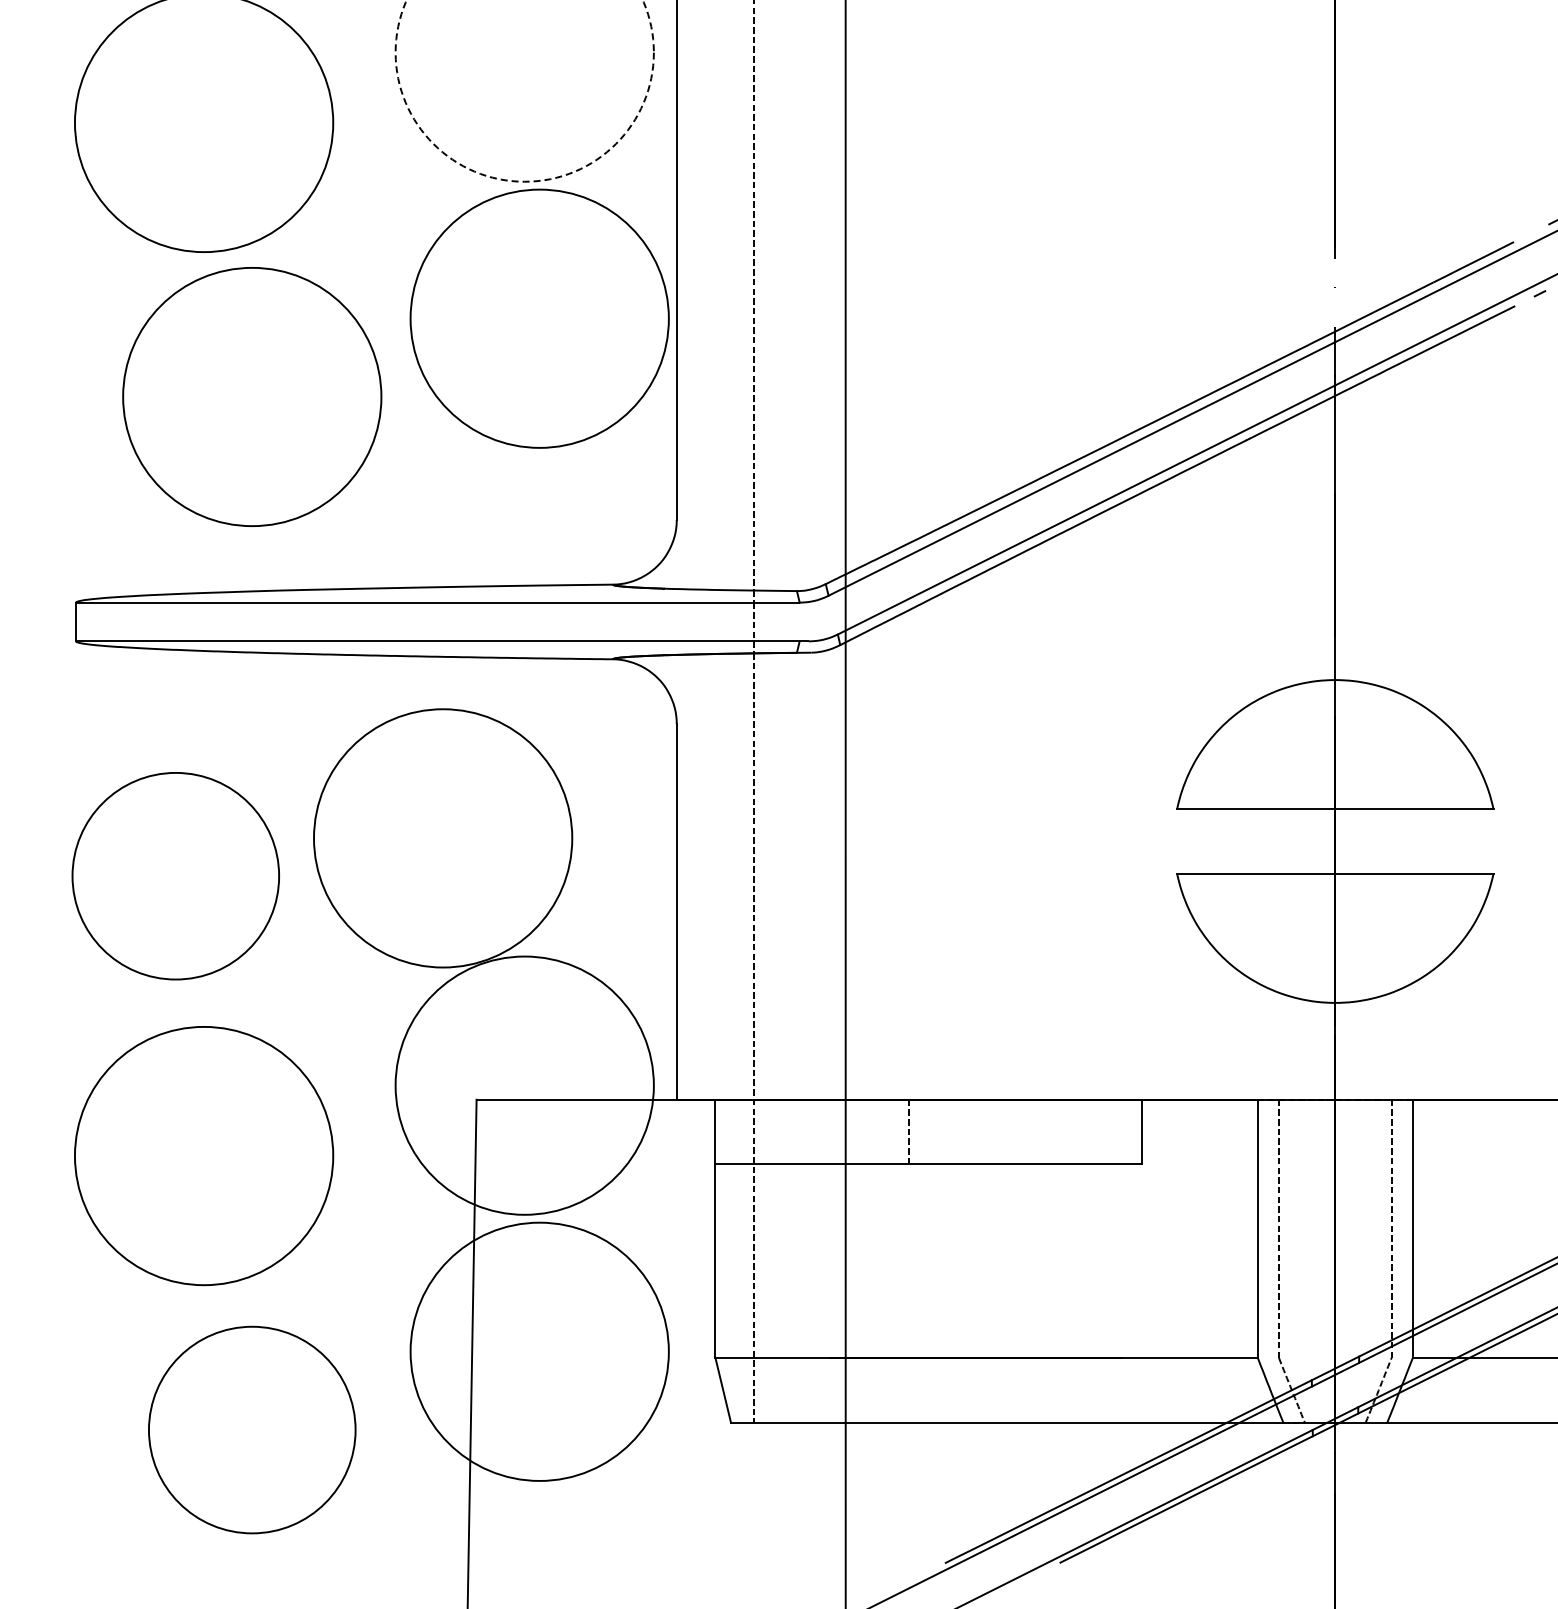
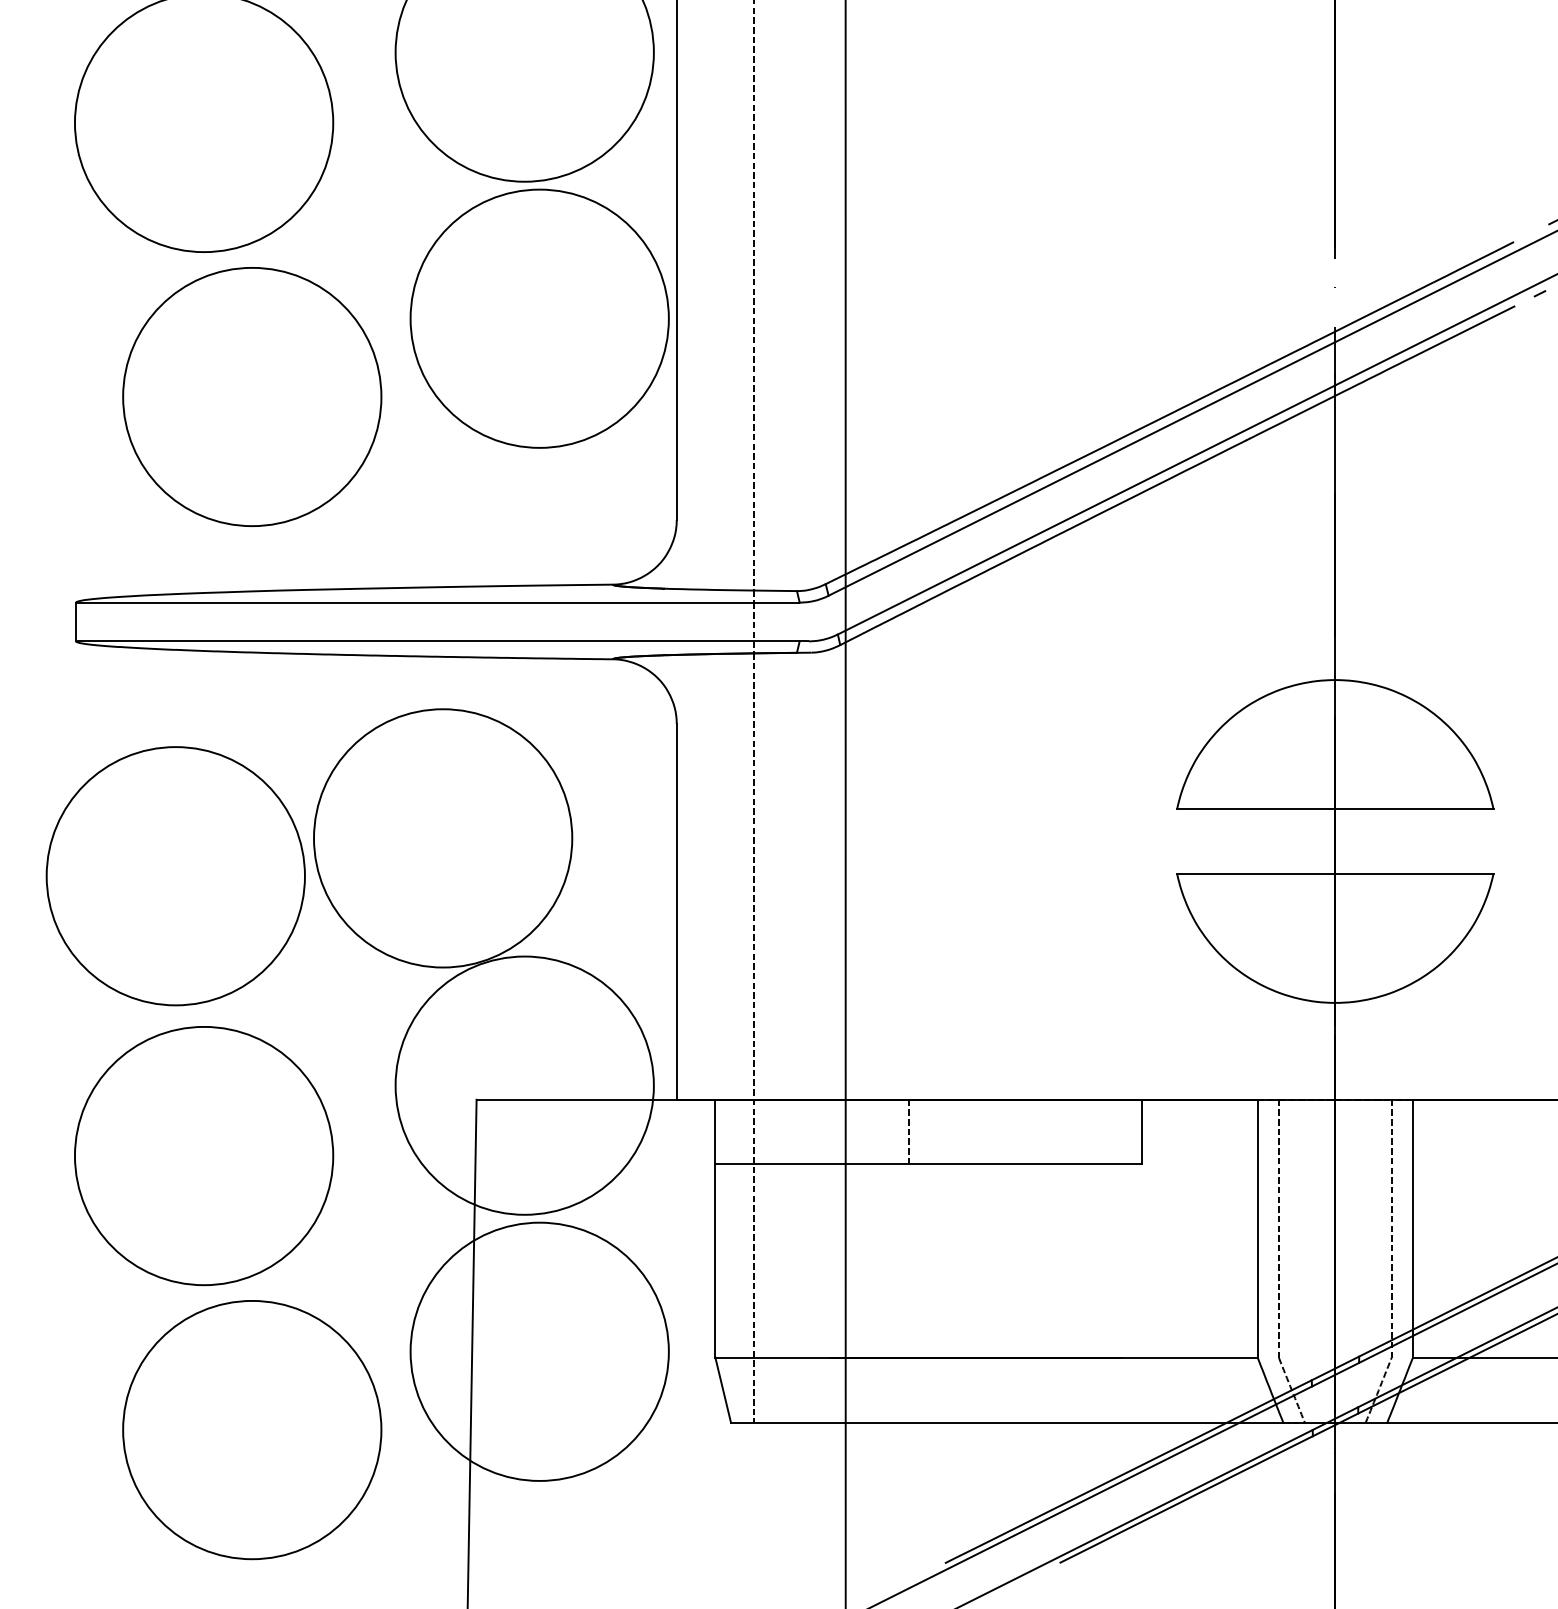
circle at (524, 90): dashed -> solid
circle at (175, 875) diameter: 207 px -> 258 px
circle at (251, 1429) diameter: 207 px -> 258 px
